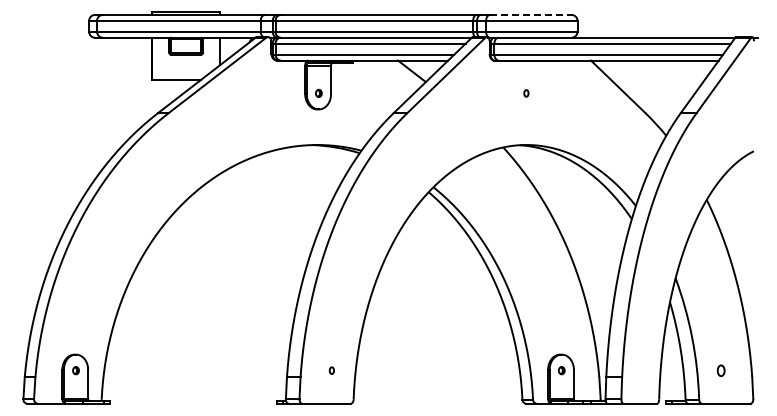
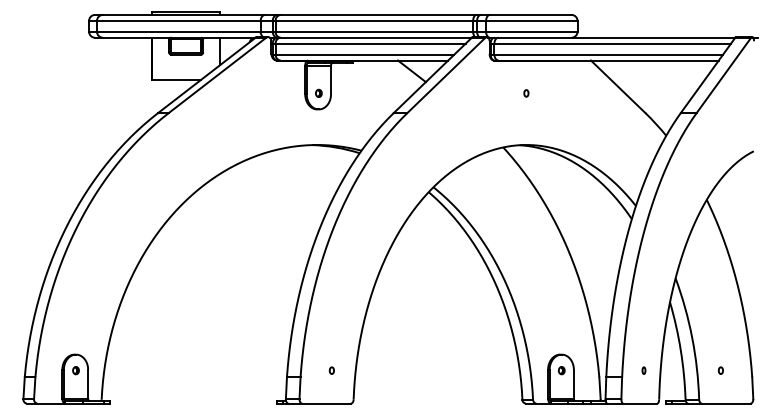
line at (530, 14): dashed -> solid
part at (643, 370): none -> present
part at (720, 370) size: 10x13 px -> 7x9 px
